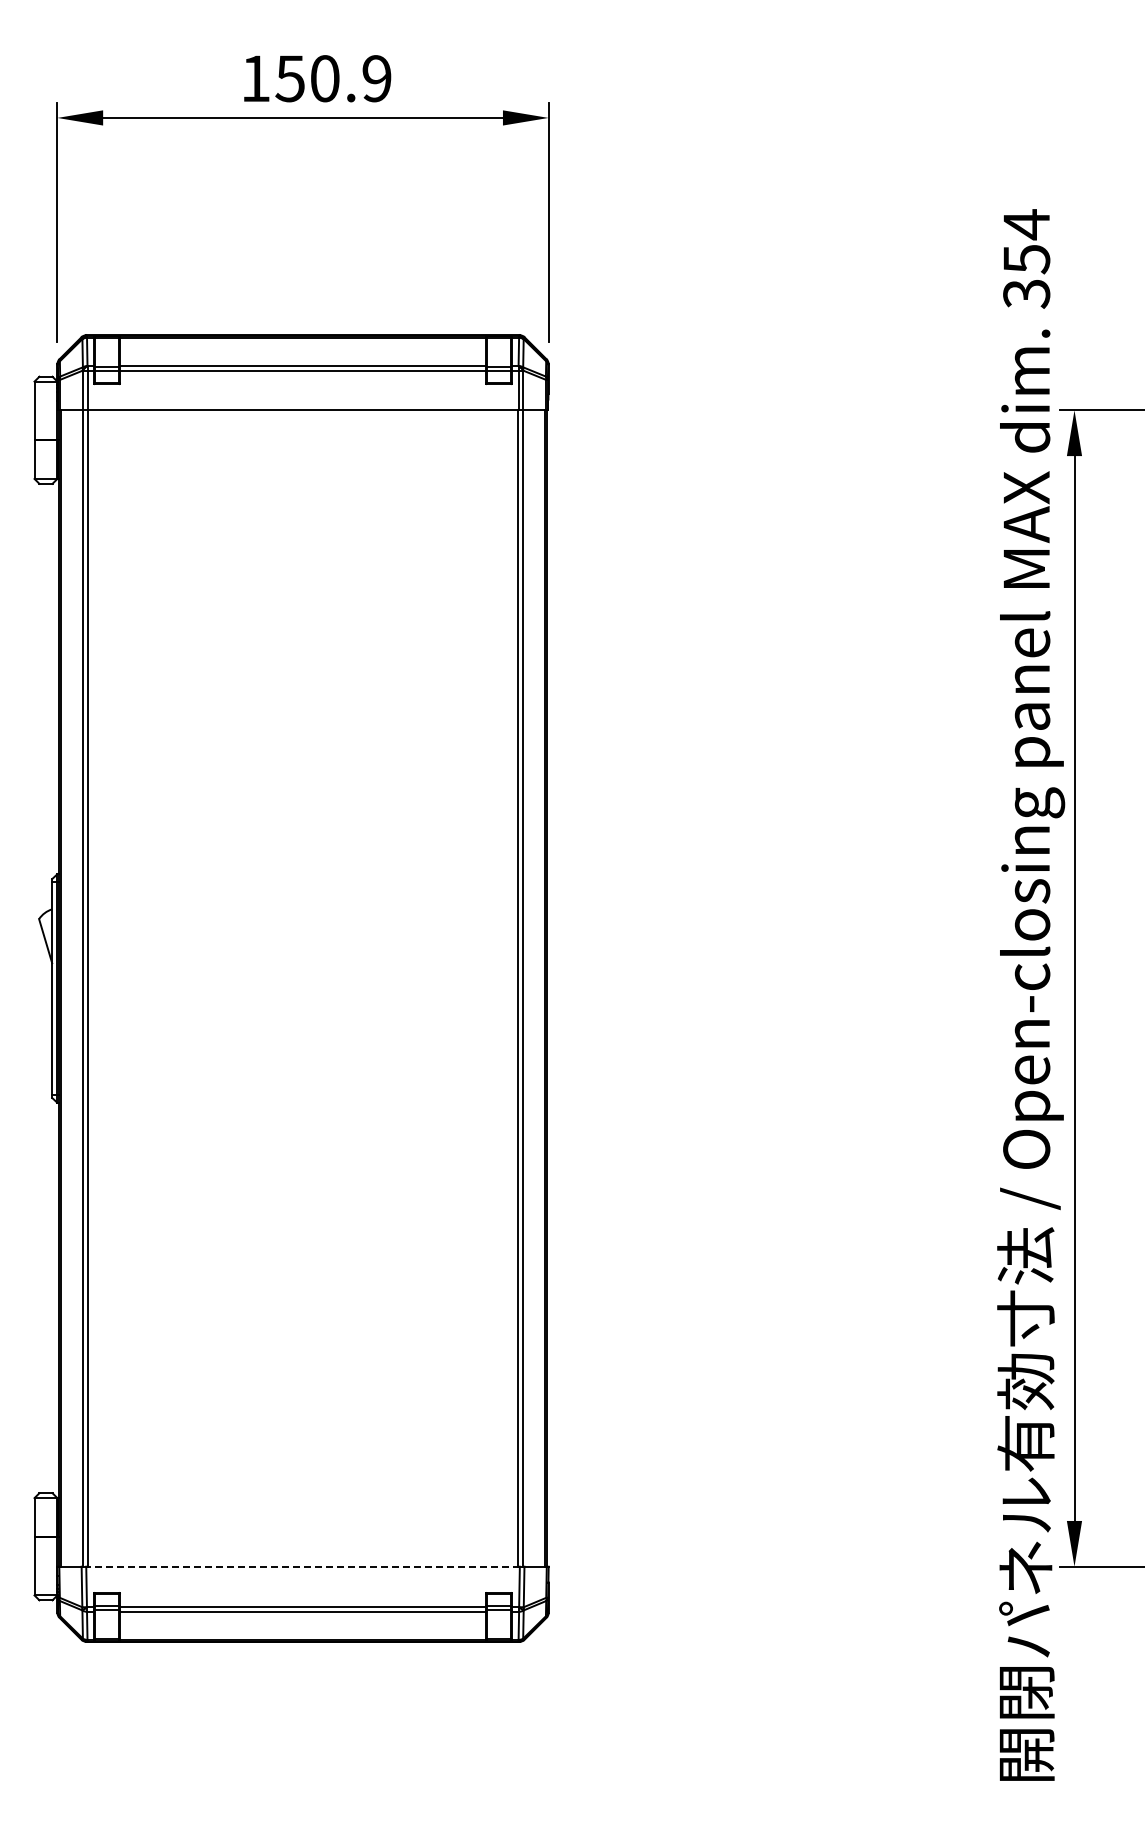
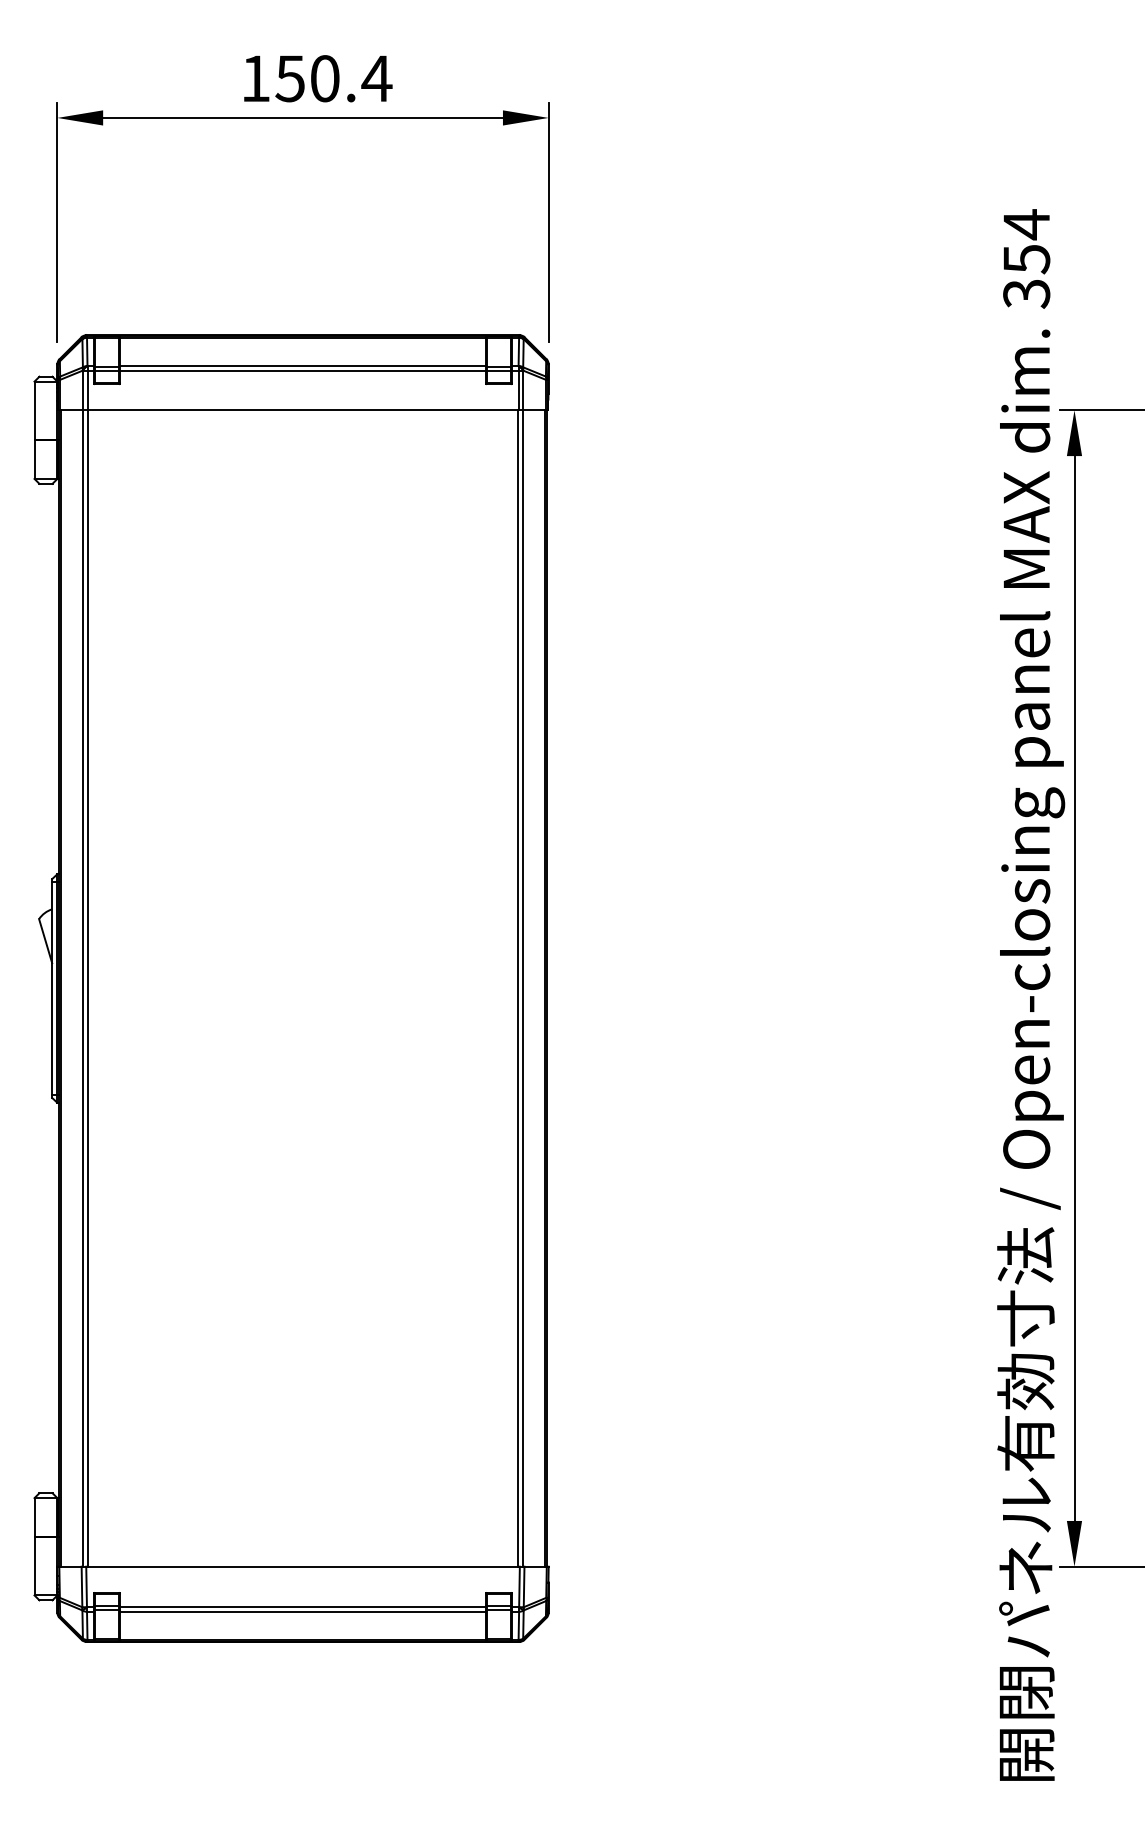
text at (376, 78): 150.9 -> 150.4
line at (303, 1566): dashed -> solid
